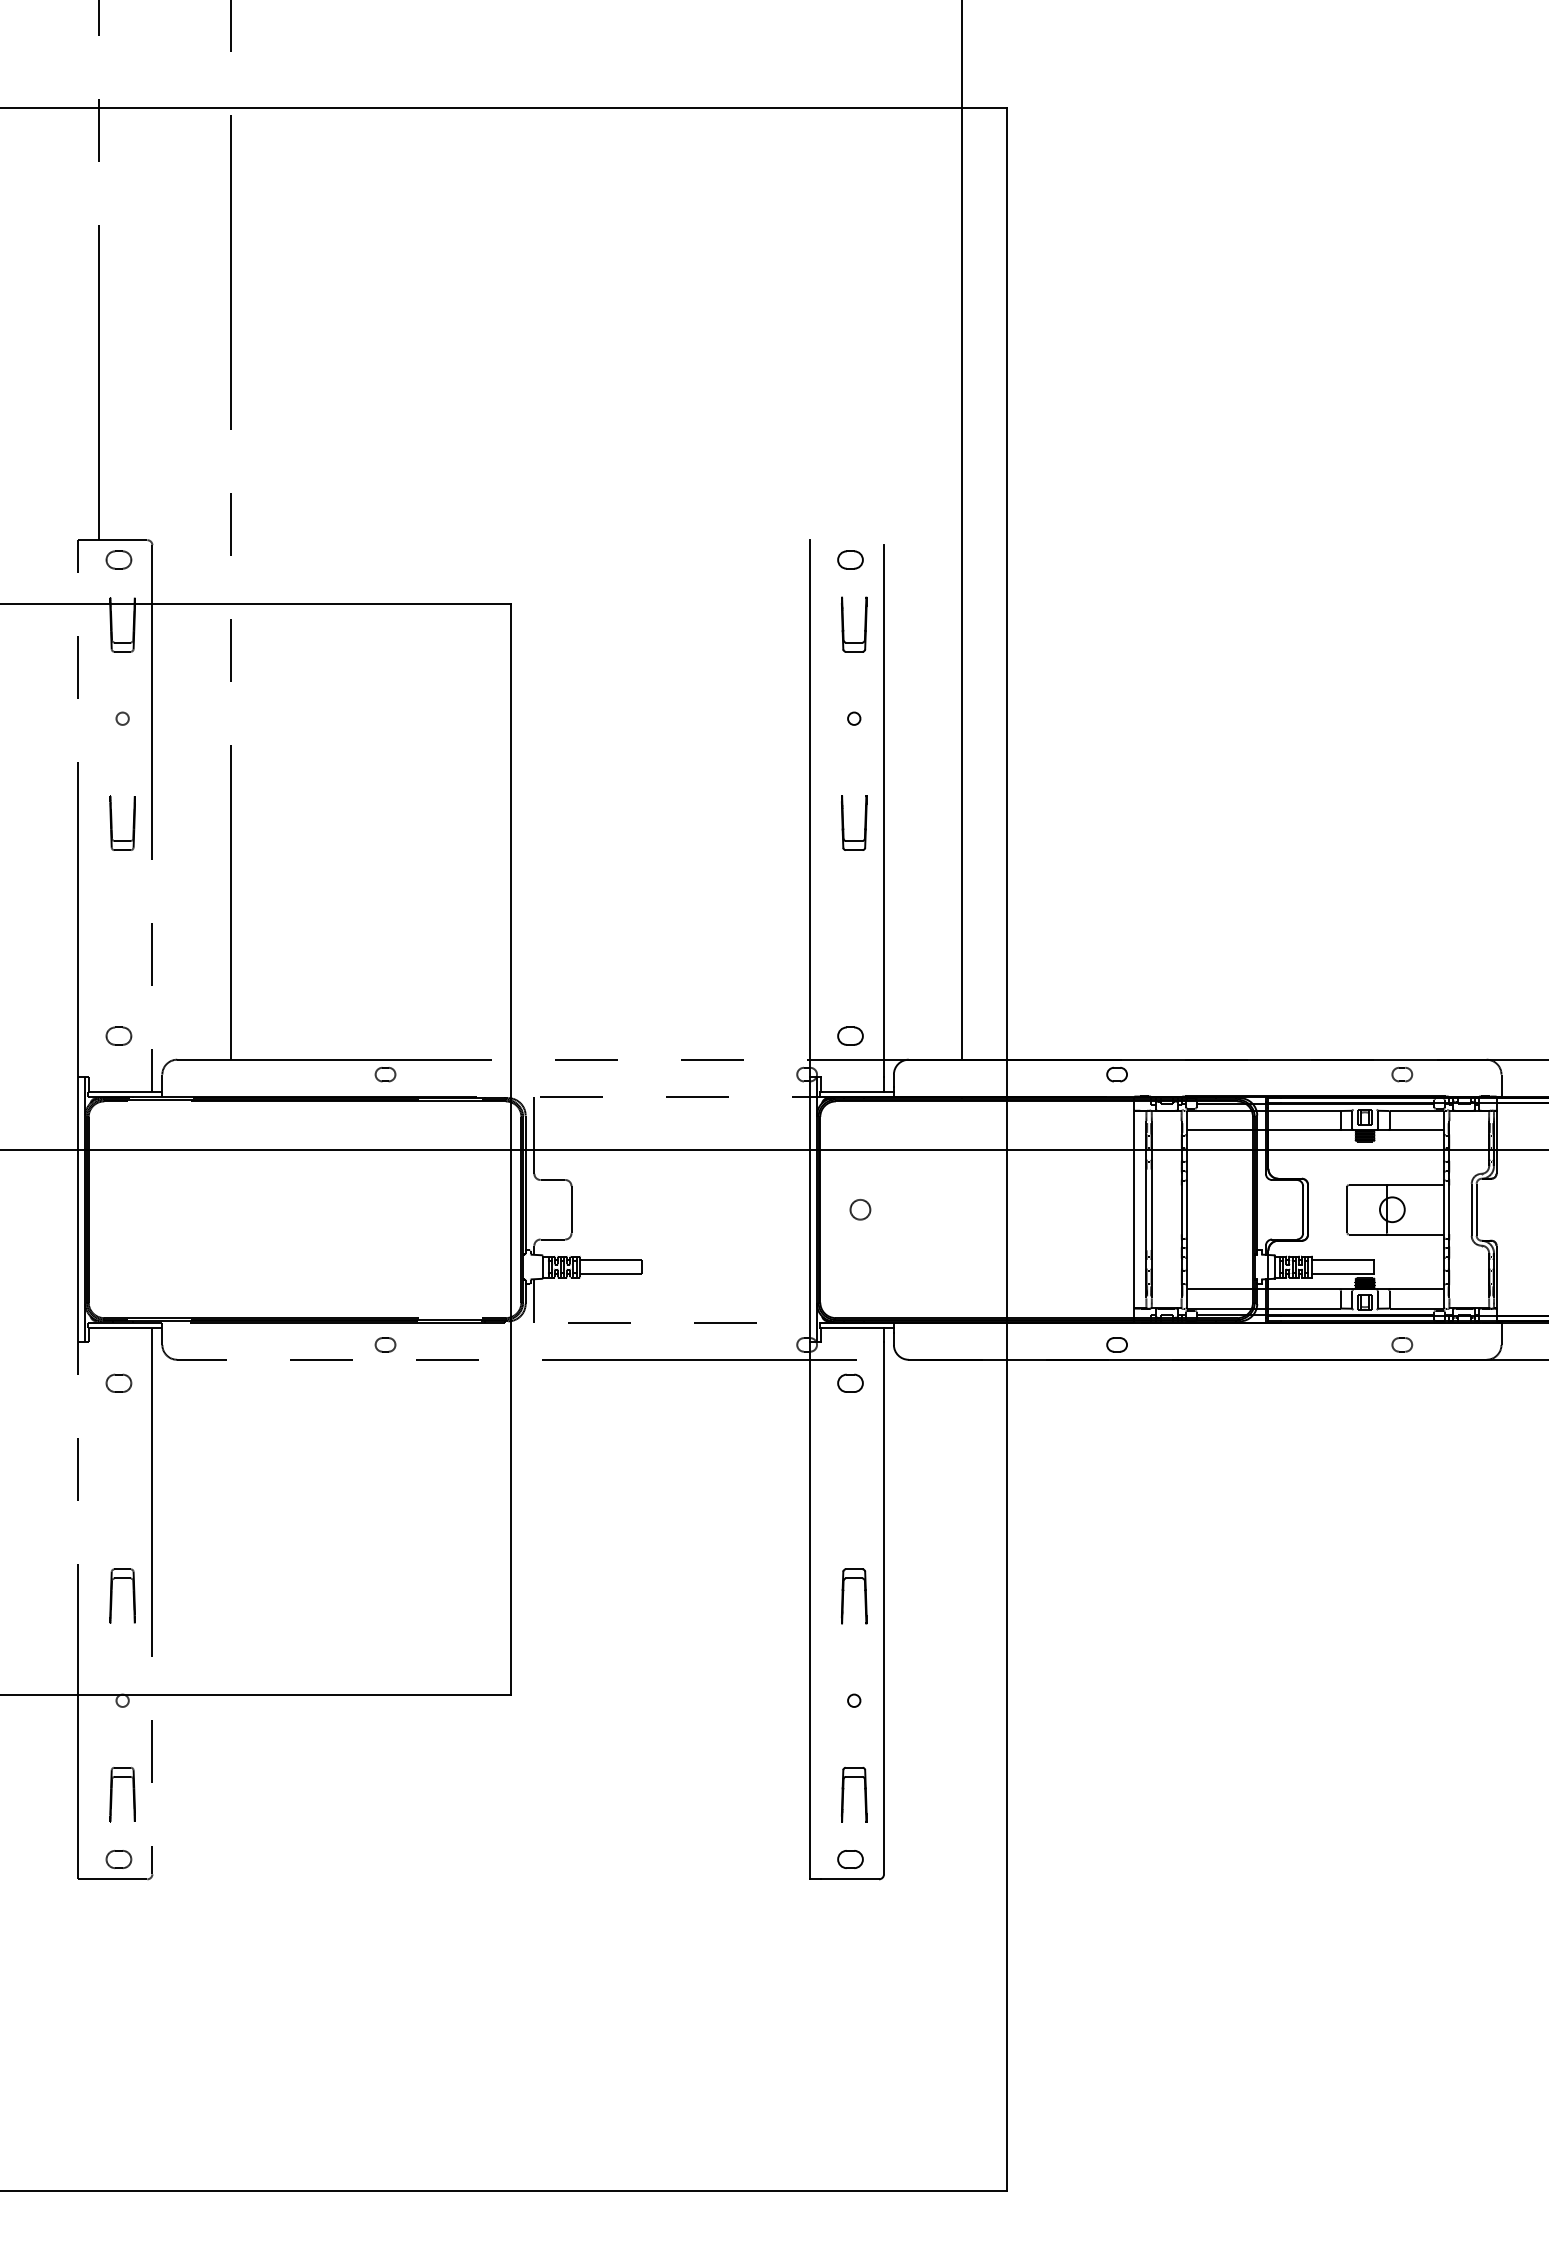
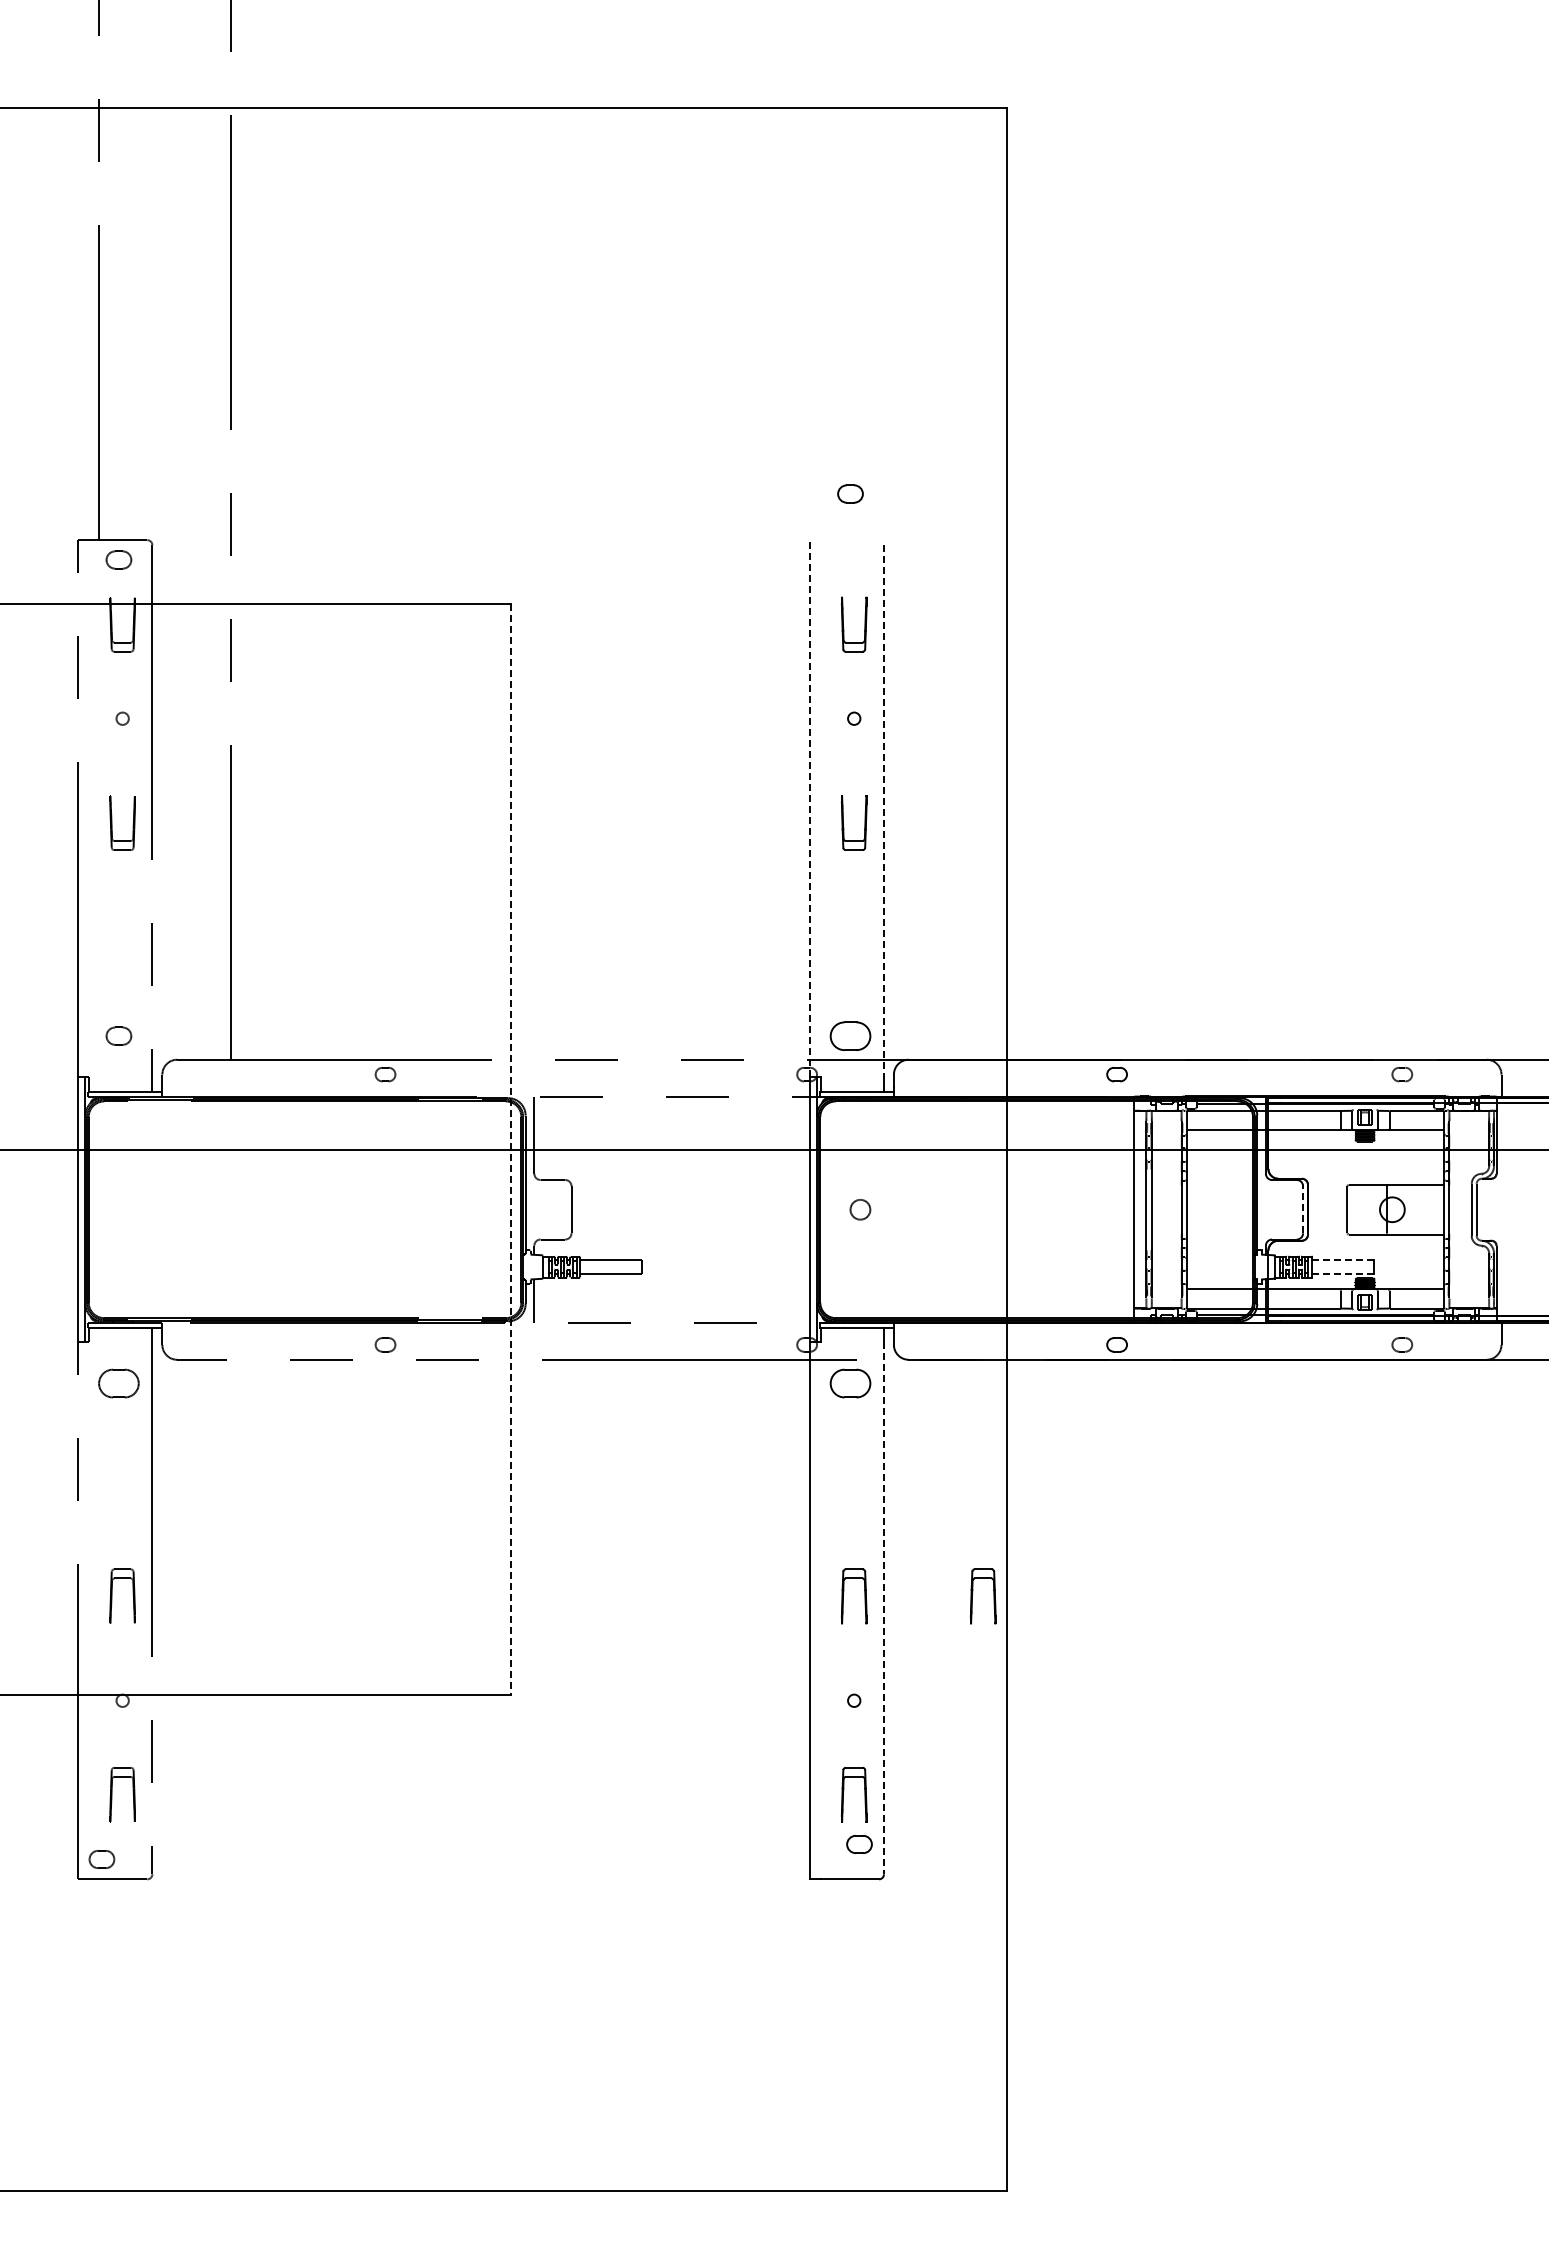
line at (962, 530): present -> none
part at (850, 559) position: (850, 559) -> (850, 493)
line at (809, 808): solid -> dashed
line at (884, 811): solid -> dashed
part at (850, 1035) size: 27x20 px -> 43x30 px
line at (511, 1149): solid -> dashed
line at (1303, 1209): solid -> dashed
line at (1342, 1260): solid -> dashed
line at (1342, 1273): solid -> dashed
part at (118, 1382) size: 28x20 px -> 42x31 px
part at (850, 1382) size: 27x20 px -> 43x31 px
part at (993, 1596): none -> present
line at (884, 1608): solid -> dashed
part at (118, 1859) position: (118, 1859) -> (101, 1859)
part at (850, 1859) position: (850, 1859) -> (859, 1844)
